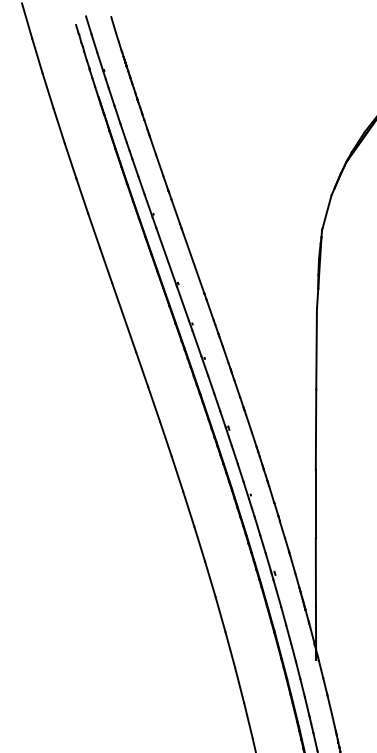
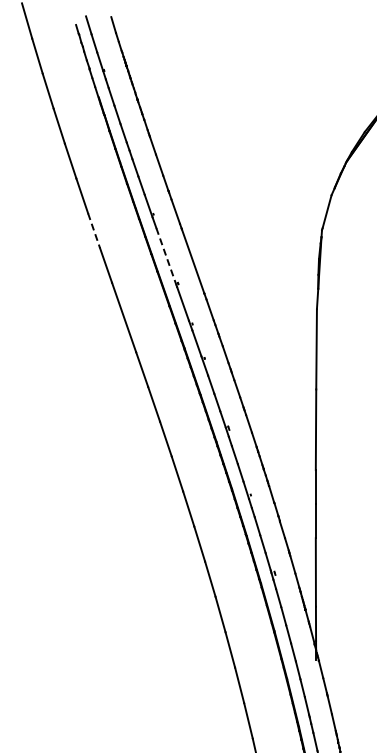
line at (94, 231): solid -> dashed
line at (166, 257): solid -> dashed
